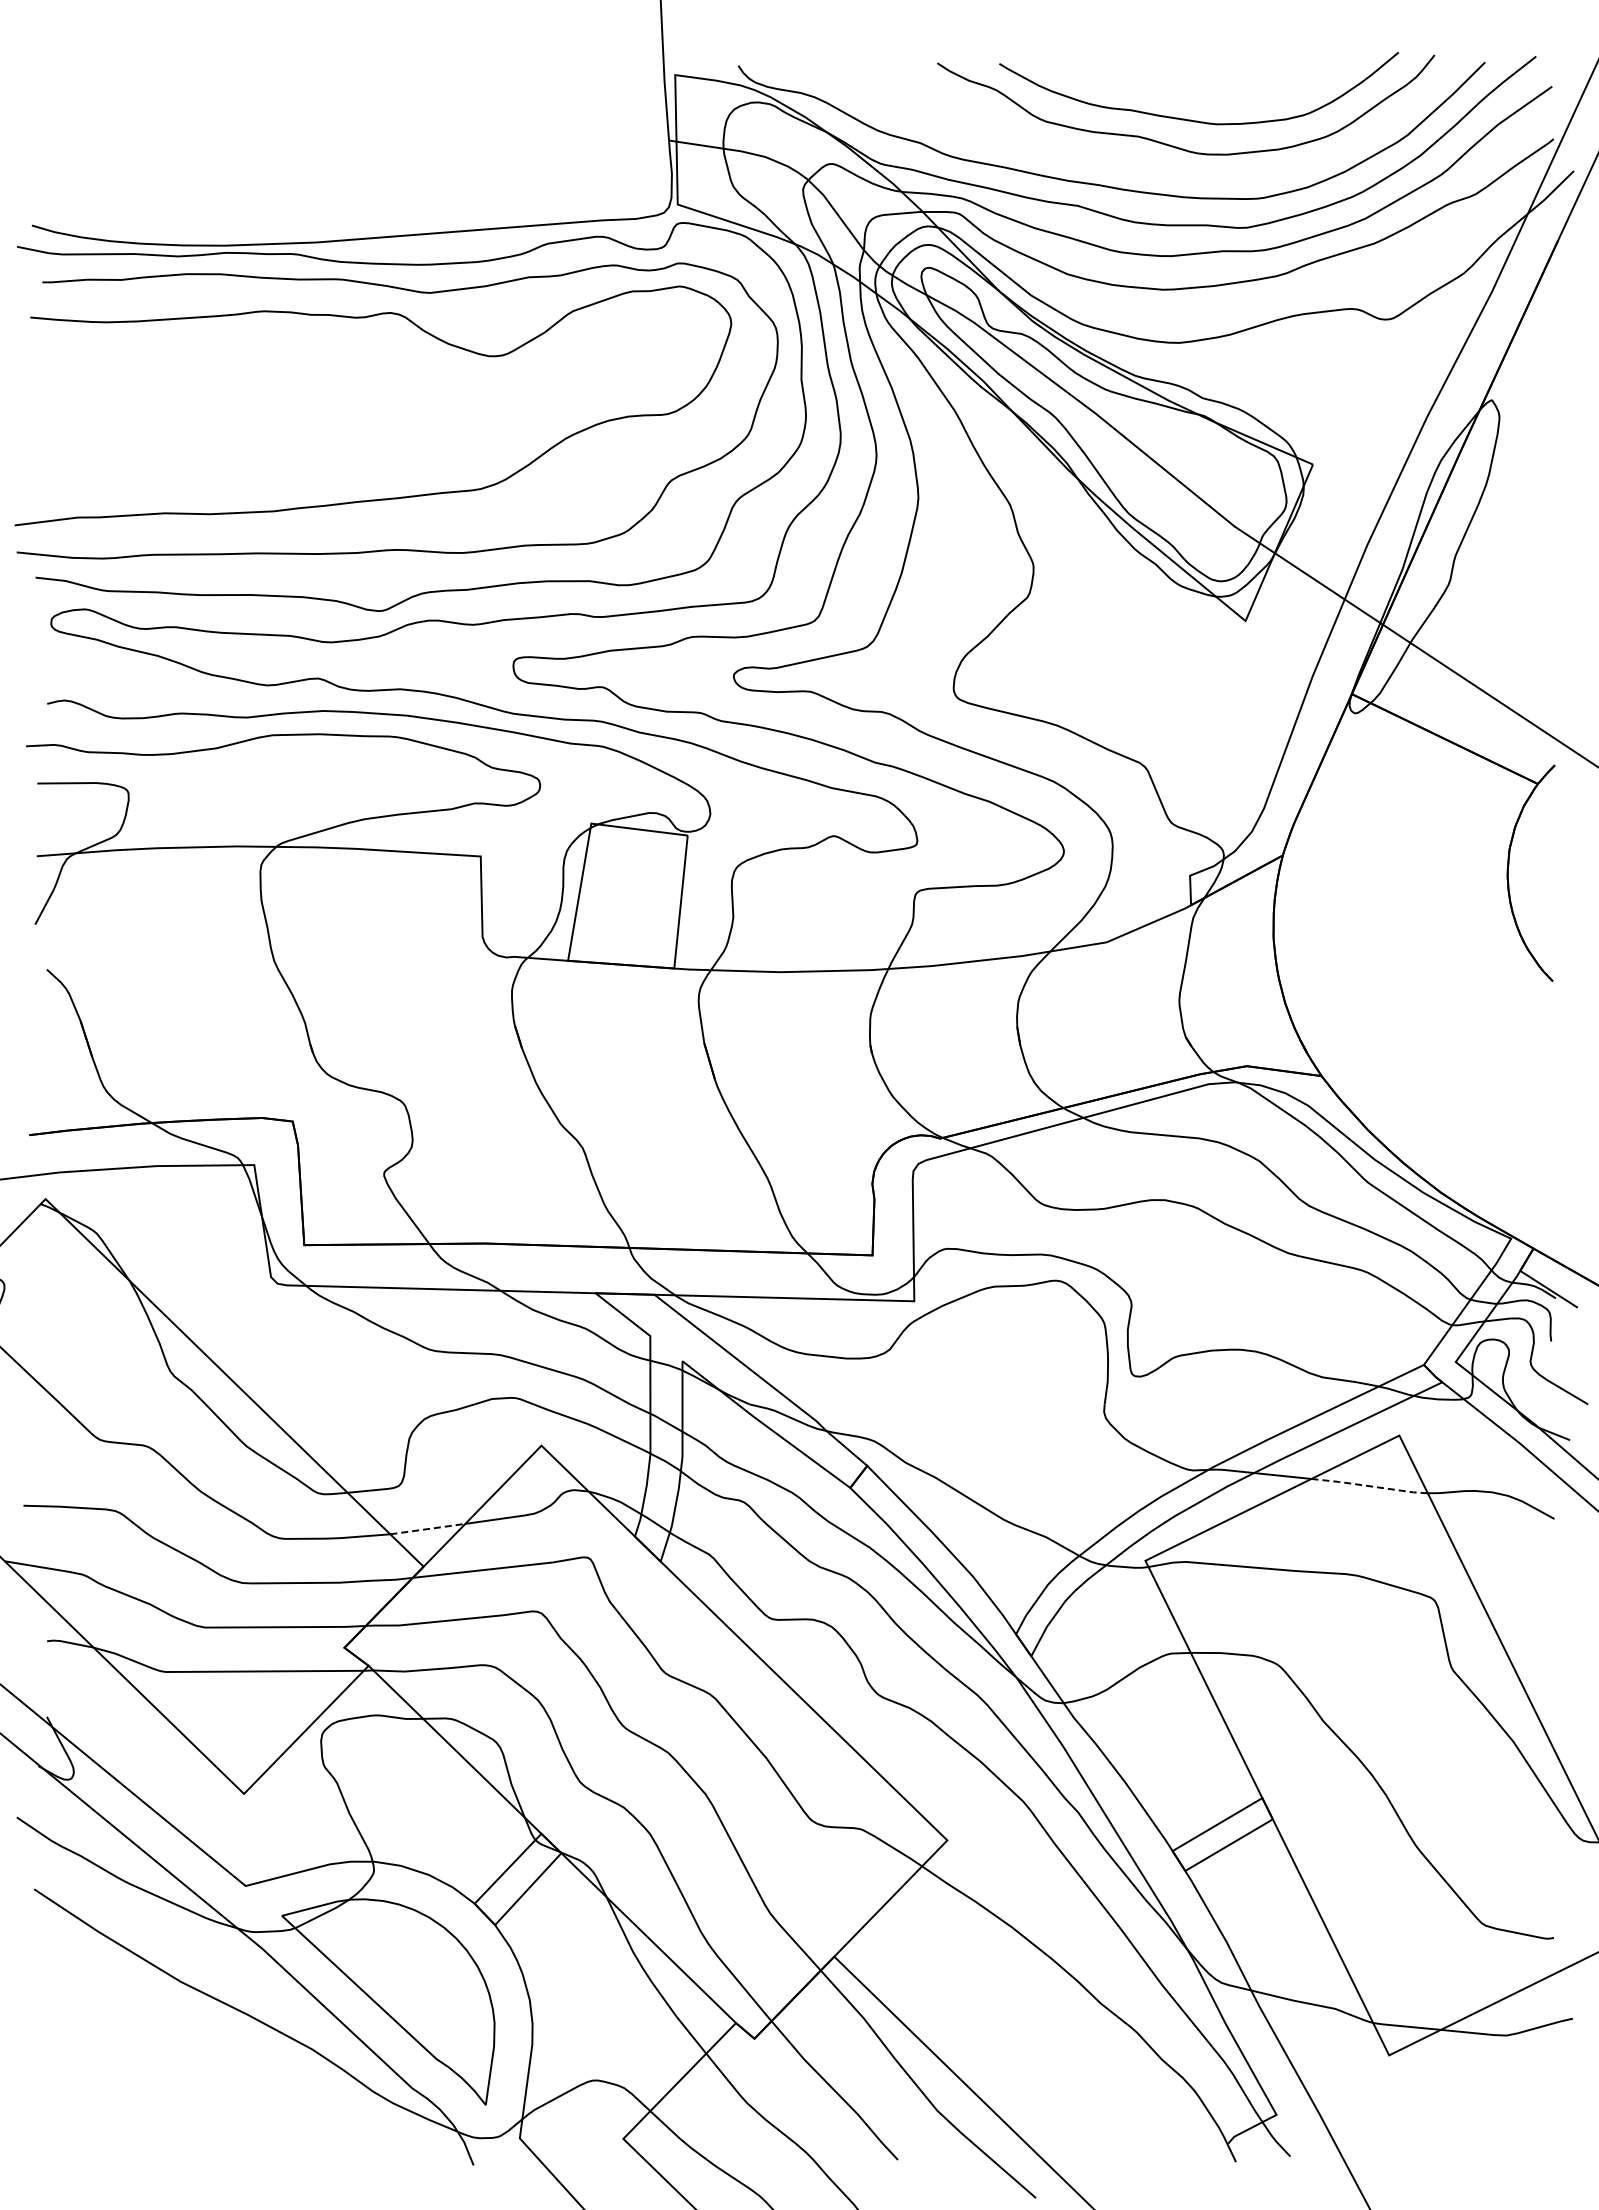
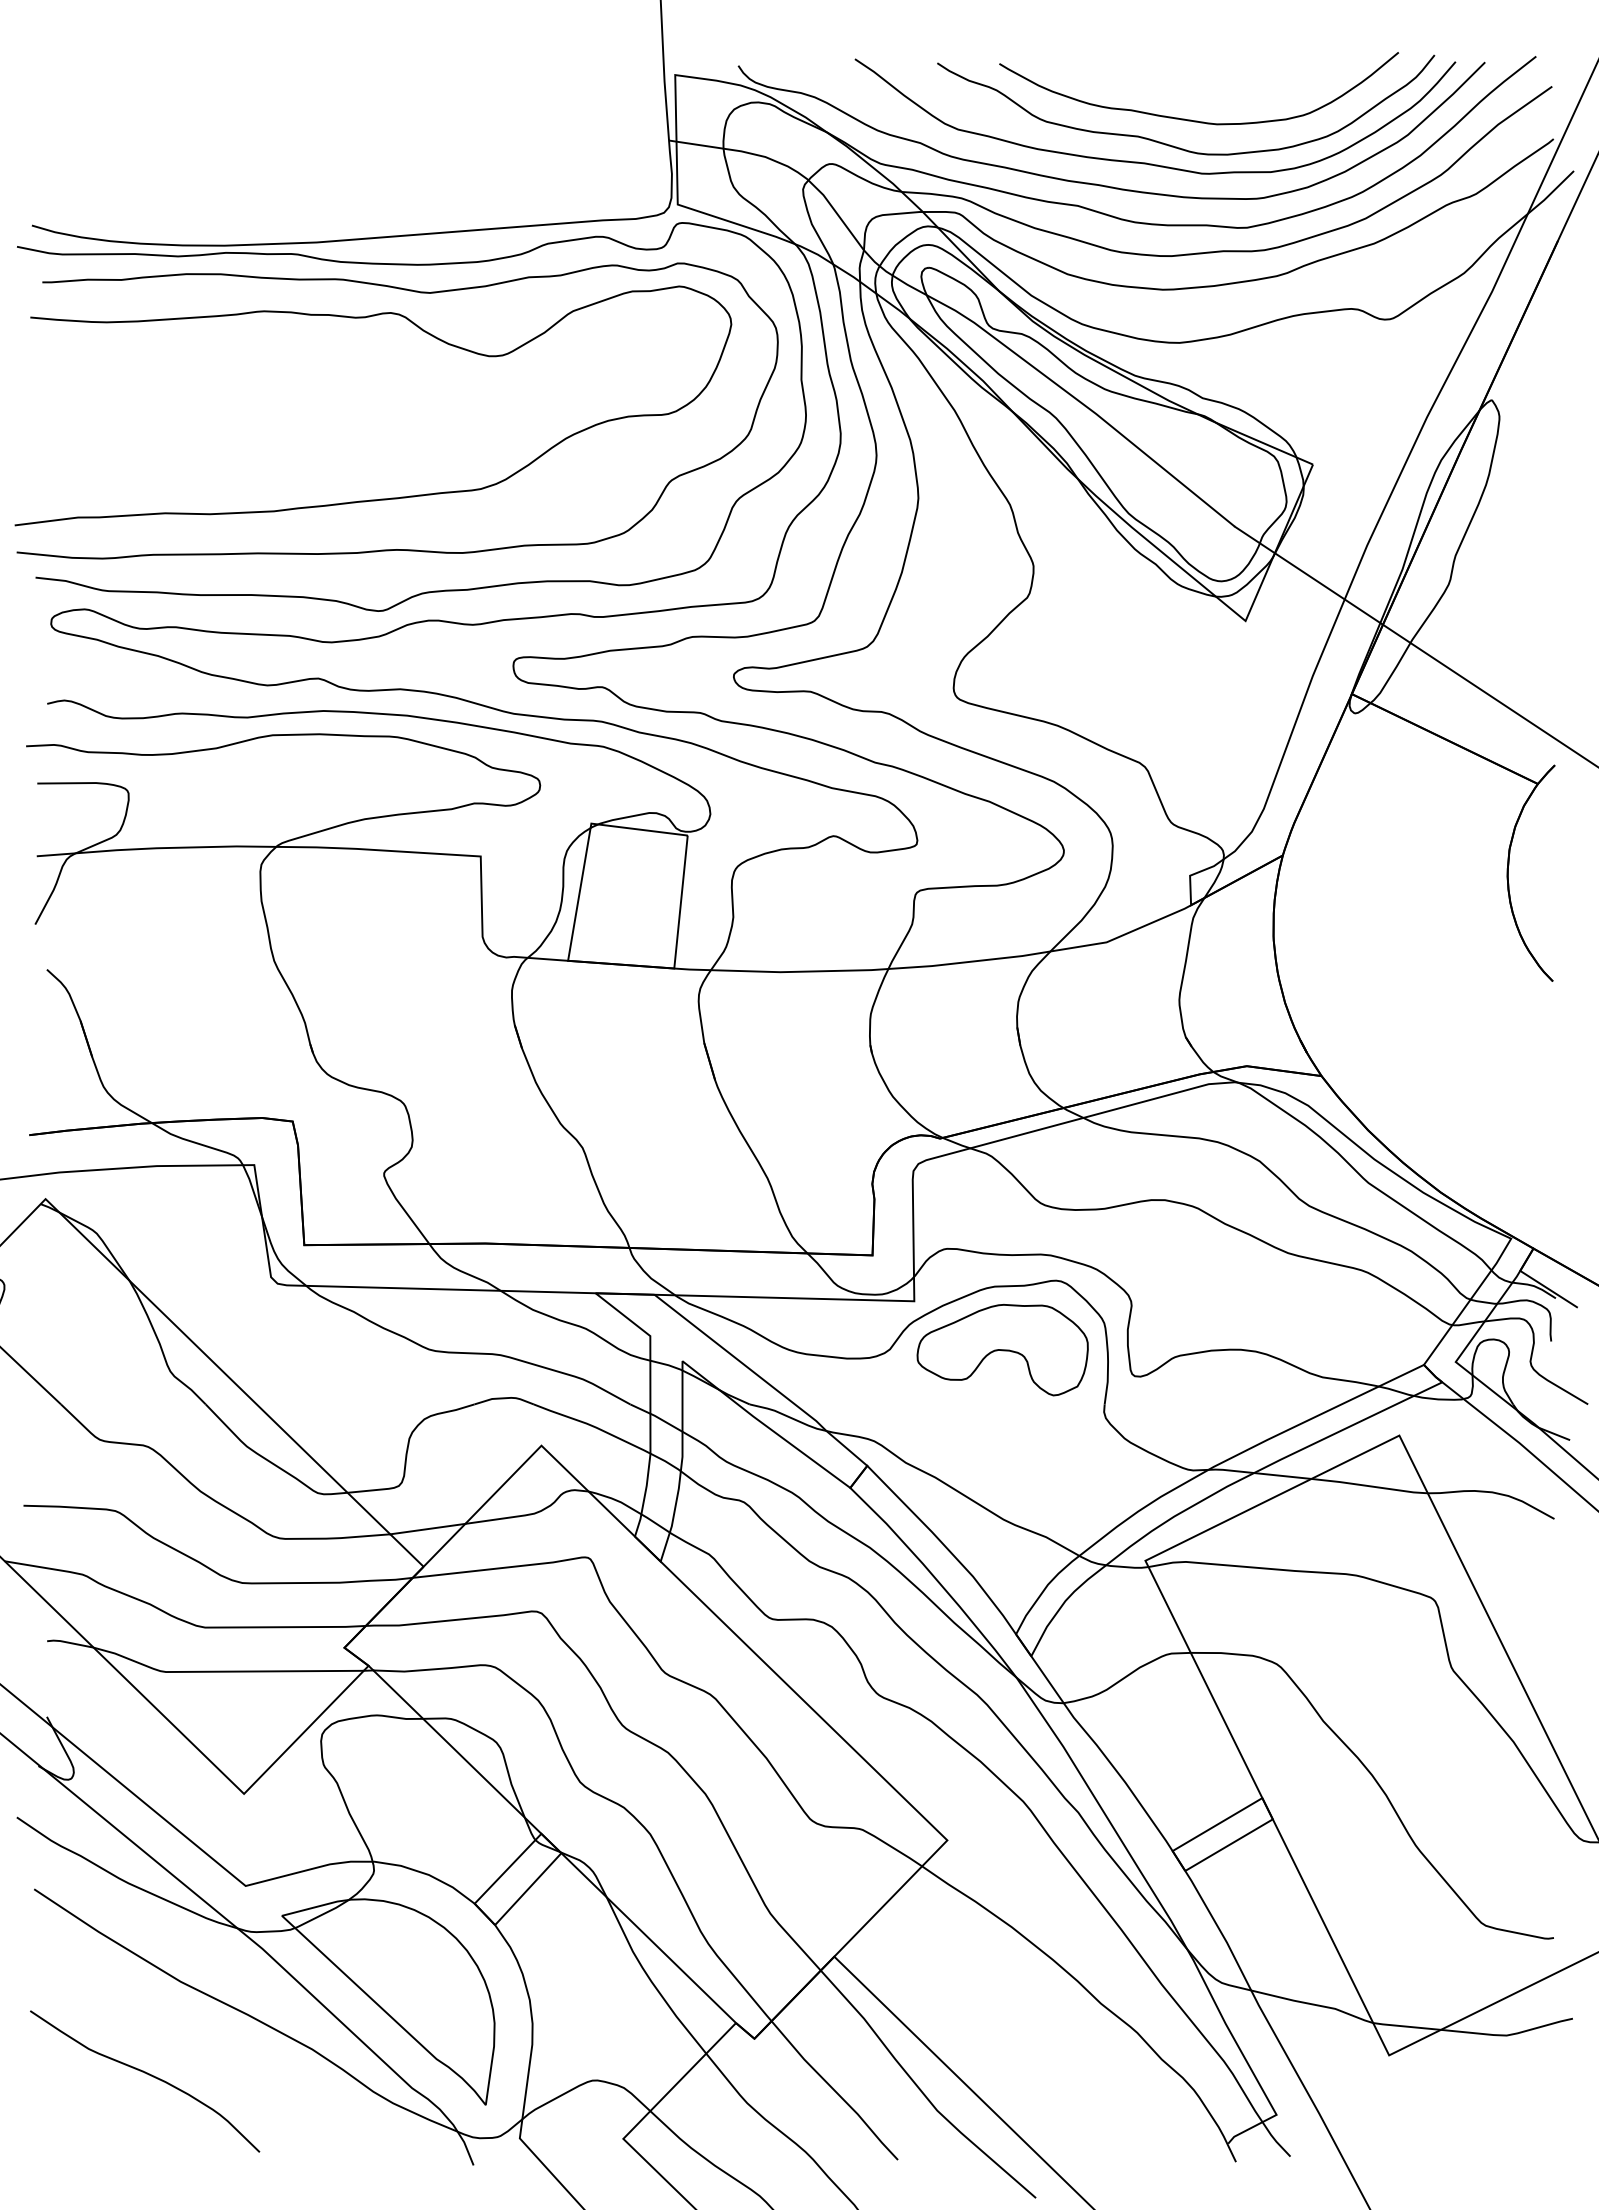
curve at (1146, 162): none -> present
part at (1002, 1350): none -> present
line at (1370, 1486): dashed -> solid
line at (427, 1529): dashed -> solid
curve at (148, 2075): none -> present
